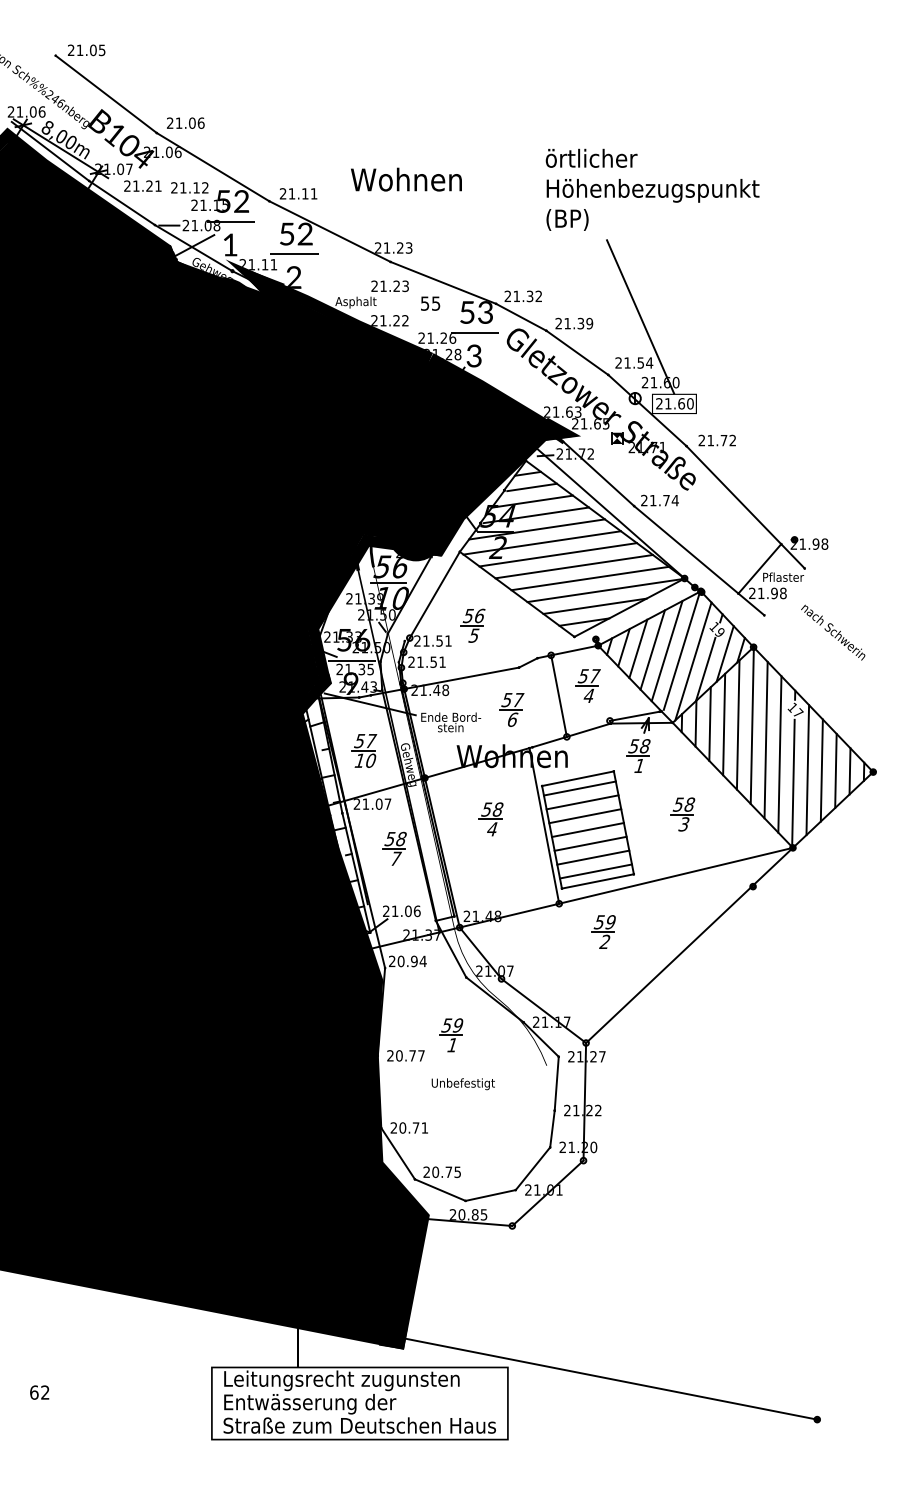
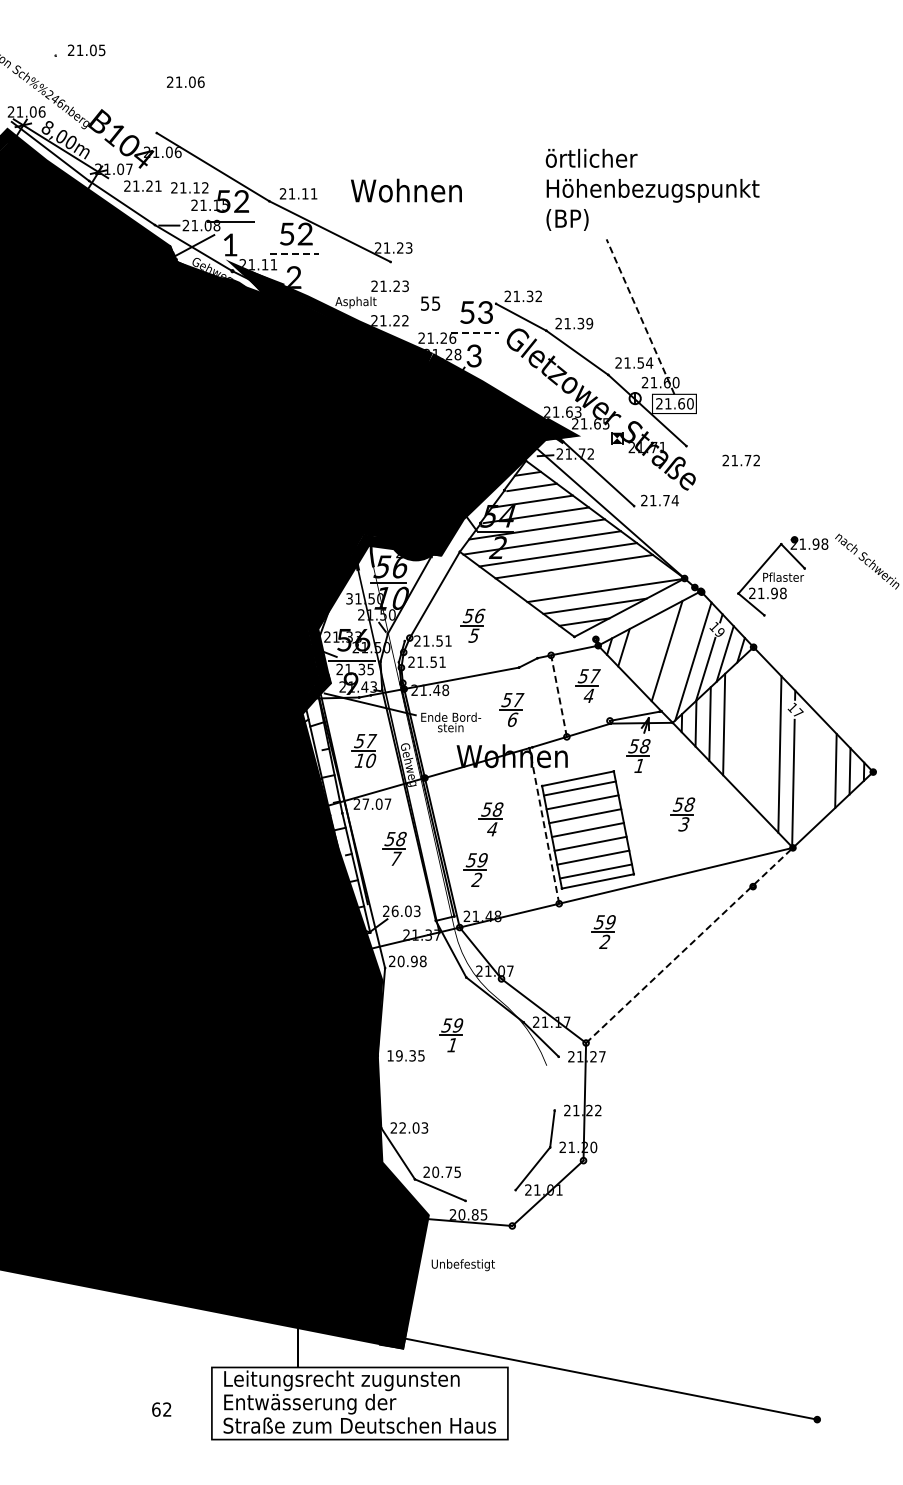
line at (105, 94): present -> none
text at (185, 122) position: (185, 122) -> (185, 81)
text at (406, 179) position: (406, 179) -> (406, 190)
line at (294, 254): solid -> dashed
line at (443, 282): present -> none
line at (640, 316): solid -> dashed
line at (475, 332): solid -> dashed
text at (716, 440) position: (716, 440) -> (740, 460)
line at (733, 495): present -> none
line at (686, 549): present -> none
line at (589, 578): present -> none
text at (364, 598): 21.39 -> 31.50
text at (833, 632) position: (833, 632) -> (867, 561)
line at (638, 648): present -> none
line at (652, 649): present -> none
line at (681, 651): present -> none
line at (559, 696): solid -> dashed
line at (737, 724): present -> none
line at (751, 726): present -> none
line at (765, 739): present -> none
line at (807, 770): present -> none
line at (821, 770): present -> none
text at (365, 803): 21.07 -> 27.07
line at (544, 825): solid -> dashed
part at (475, 869): none -> present
text at (405, 911): 21.06 -> 26.03
line at (689, 945): solid -> dashed
text at (422, 961): 20.94 -> 20.98
text at (405, 1055): 20.77 -> 19.35
line at (556, 1083): present -> none
text at (462, 1084) position: (462, 1084) -> (462, 1265)
text at (413, 1127): 20.71 -> 22.03
line at (490, 1195): present -> none
text at (39, 1392) position: (39, 1392) -> (161, 1409)
